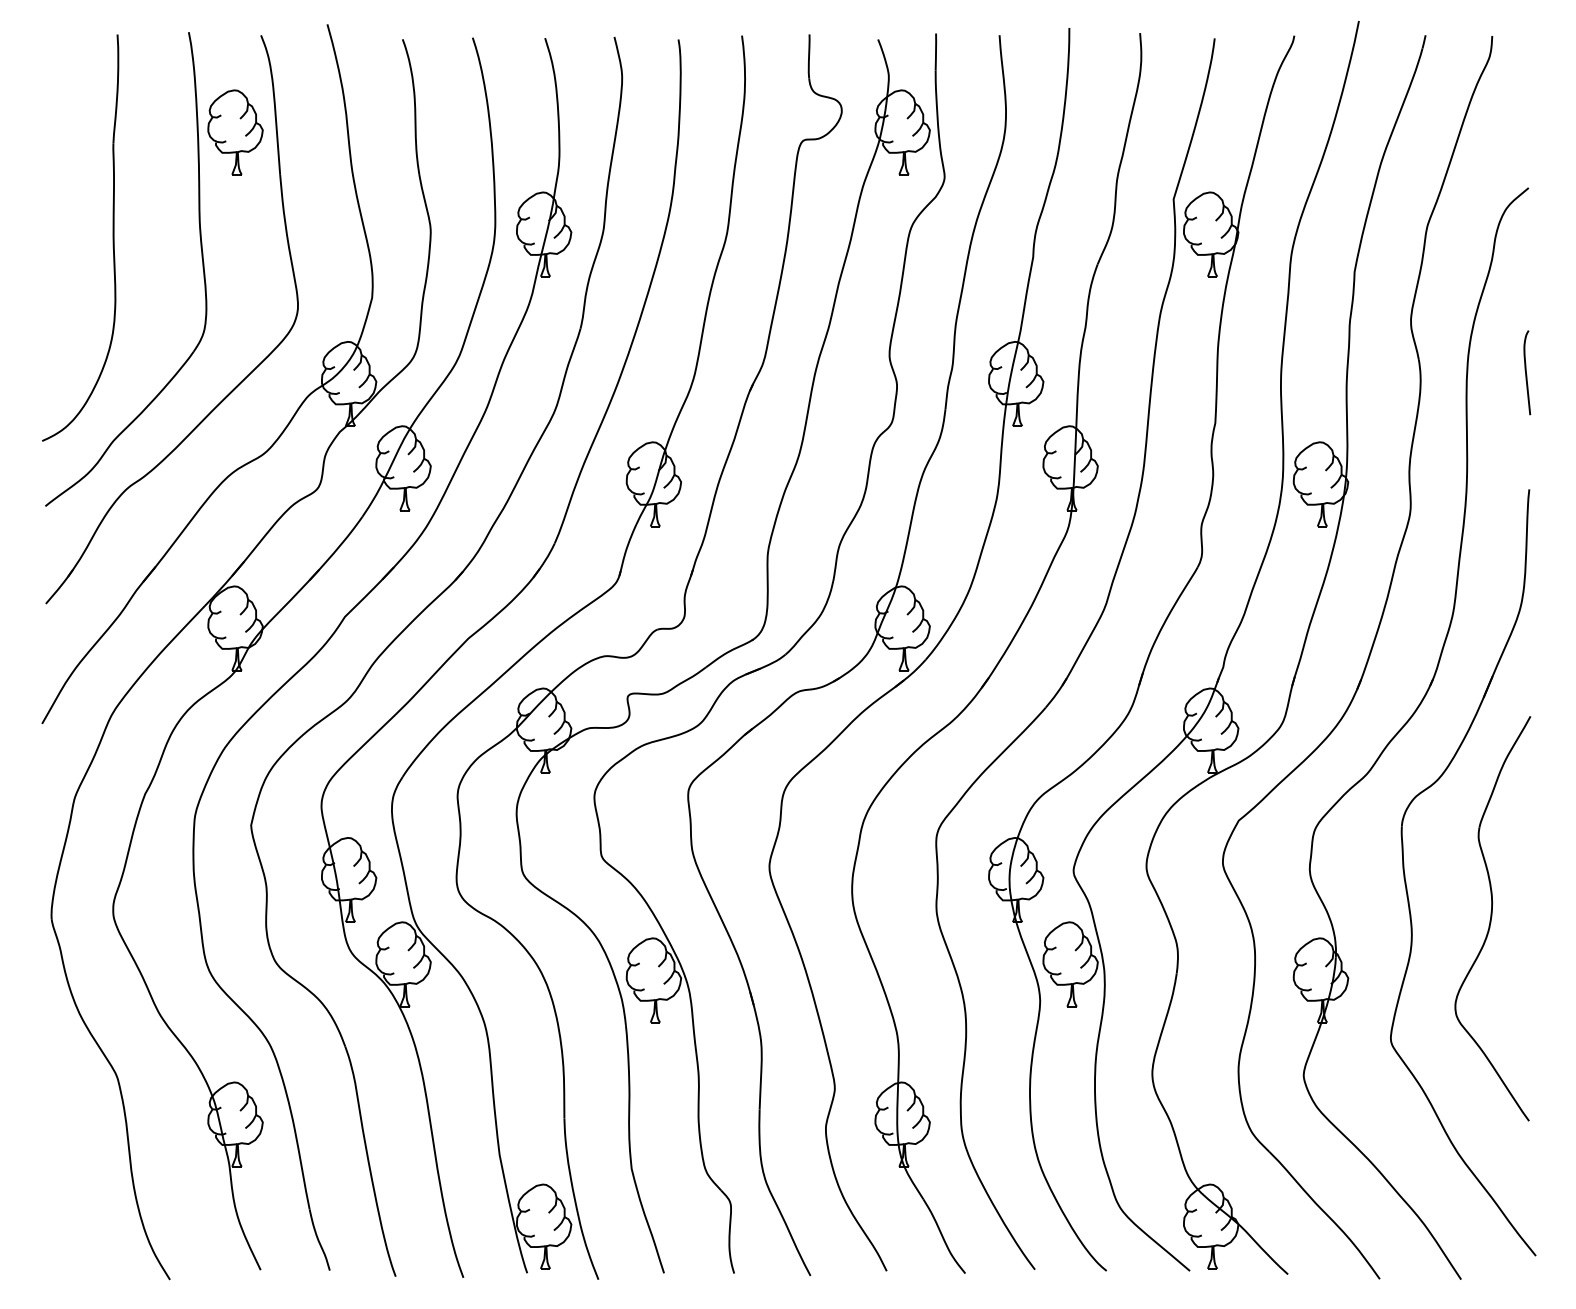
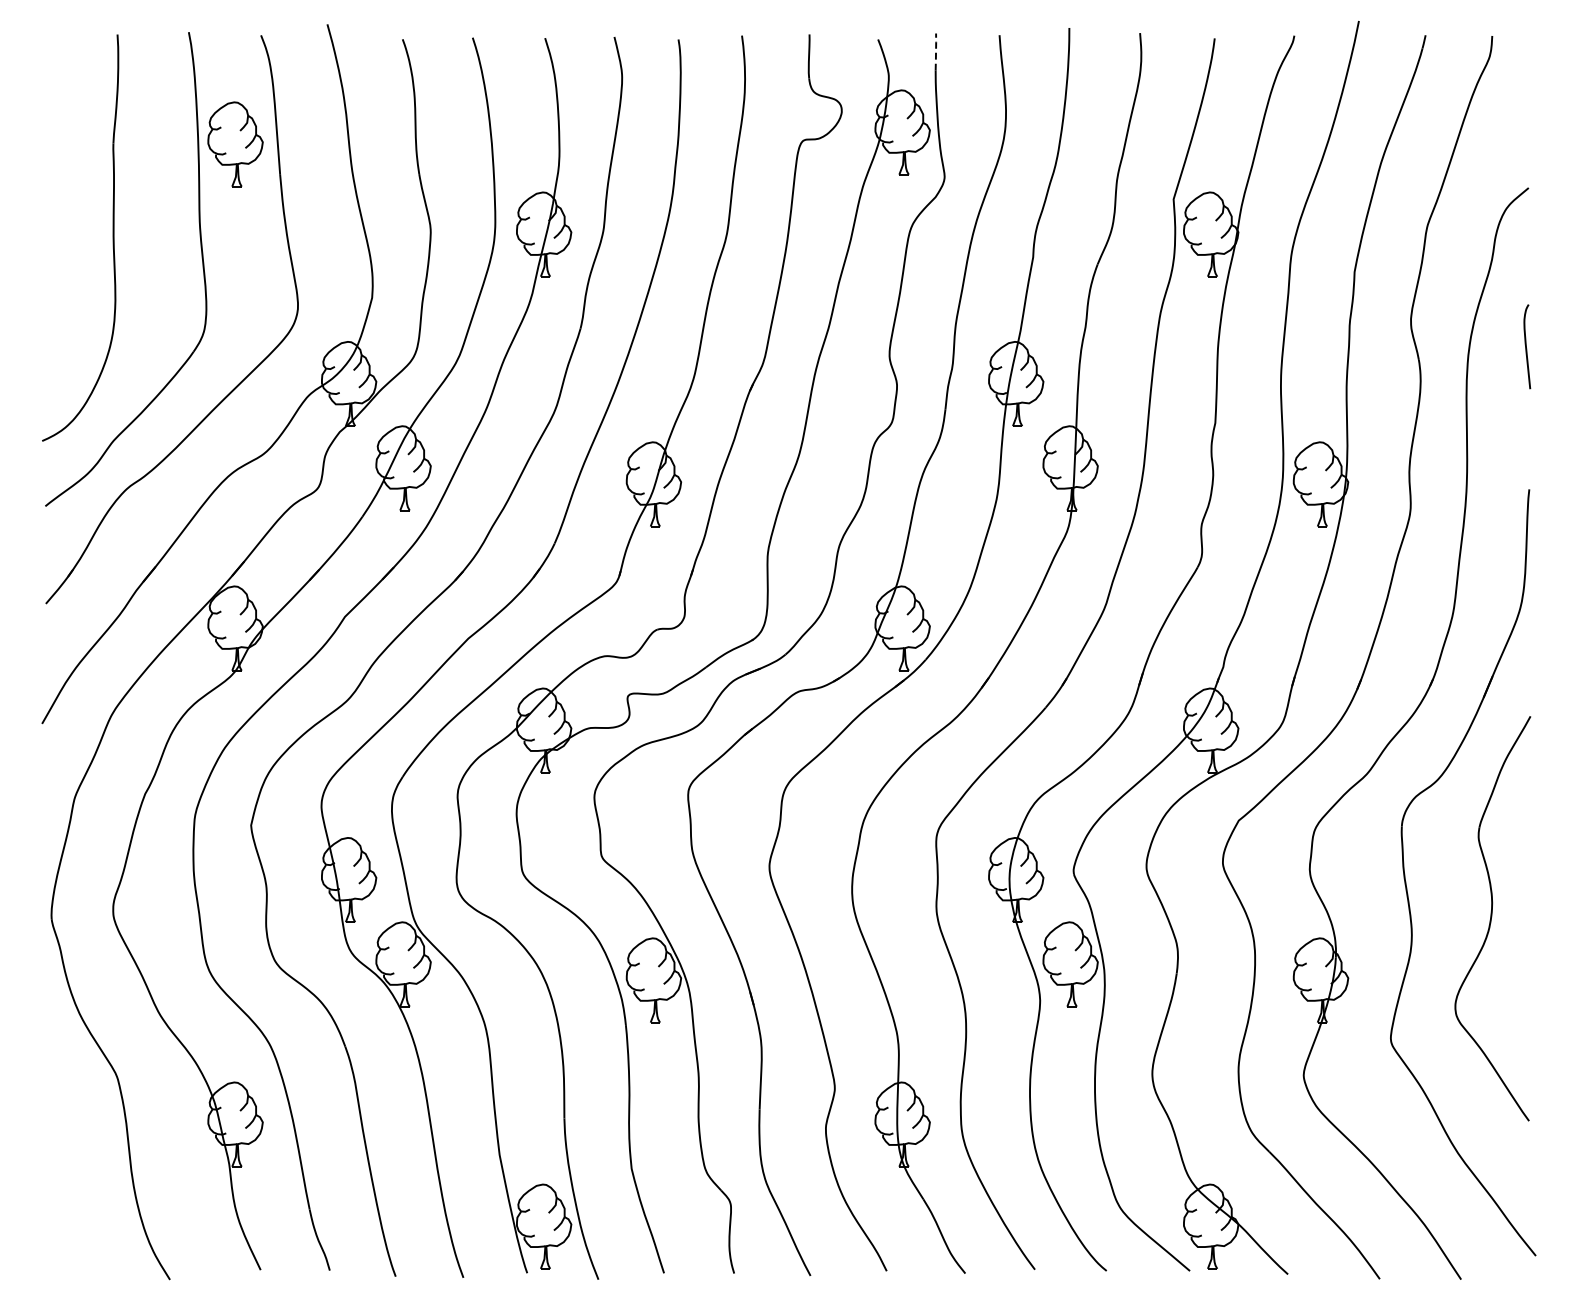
line at (936, 51): solid -> dashed
part at (235, 132) position: (235, 132) -> (235, 144)
curve at (1526, 372) position: (1526, 372) -> (1526, 346)
